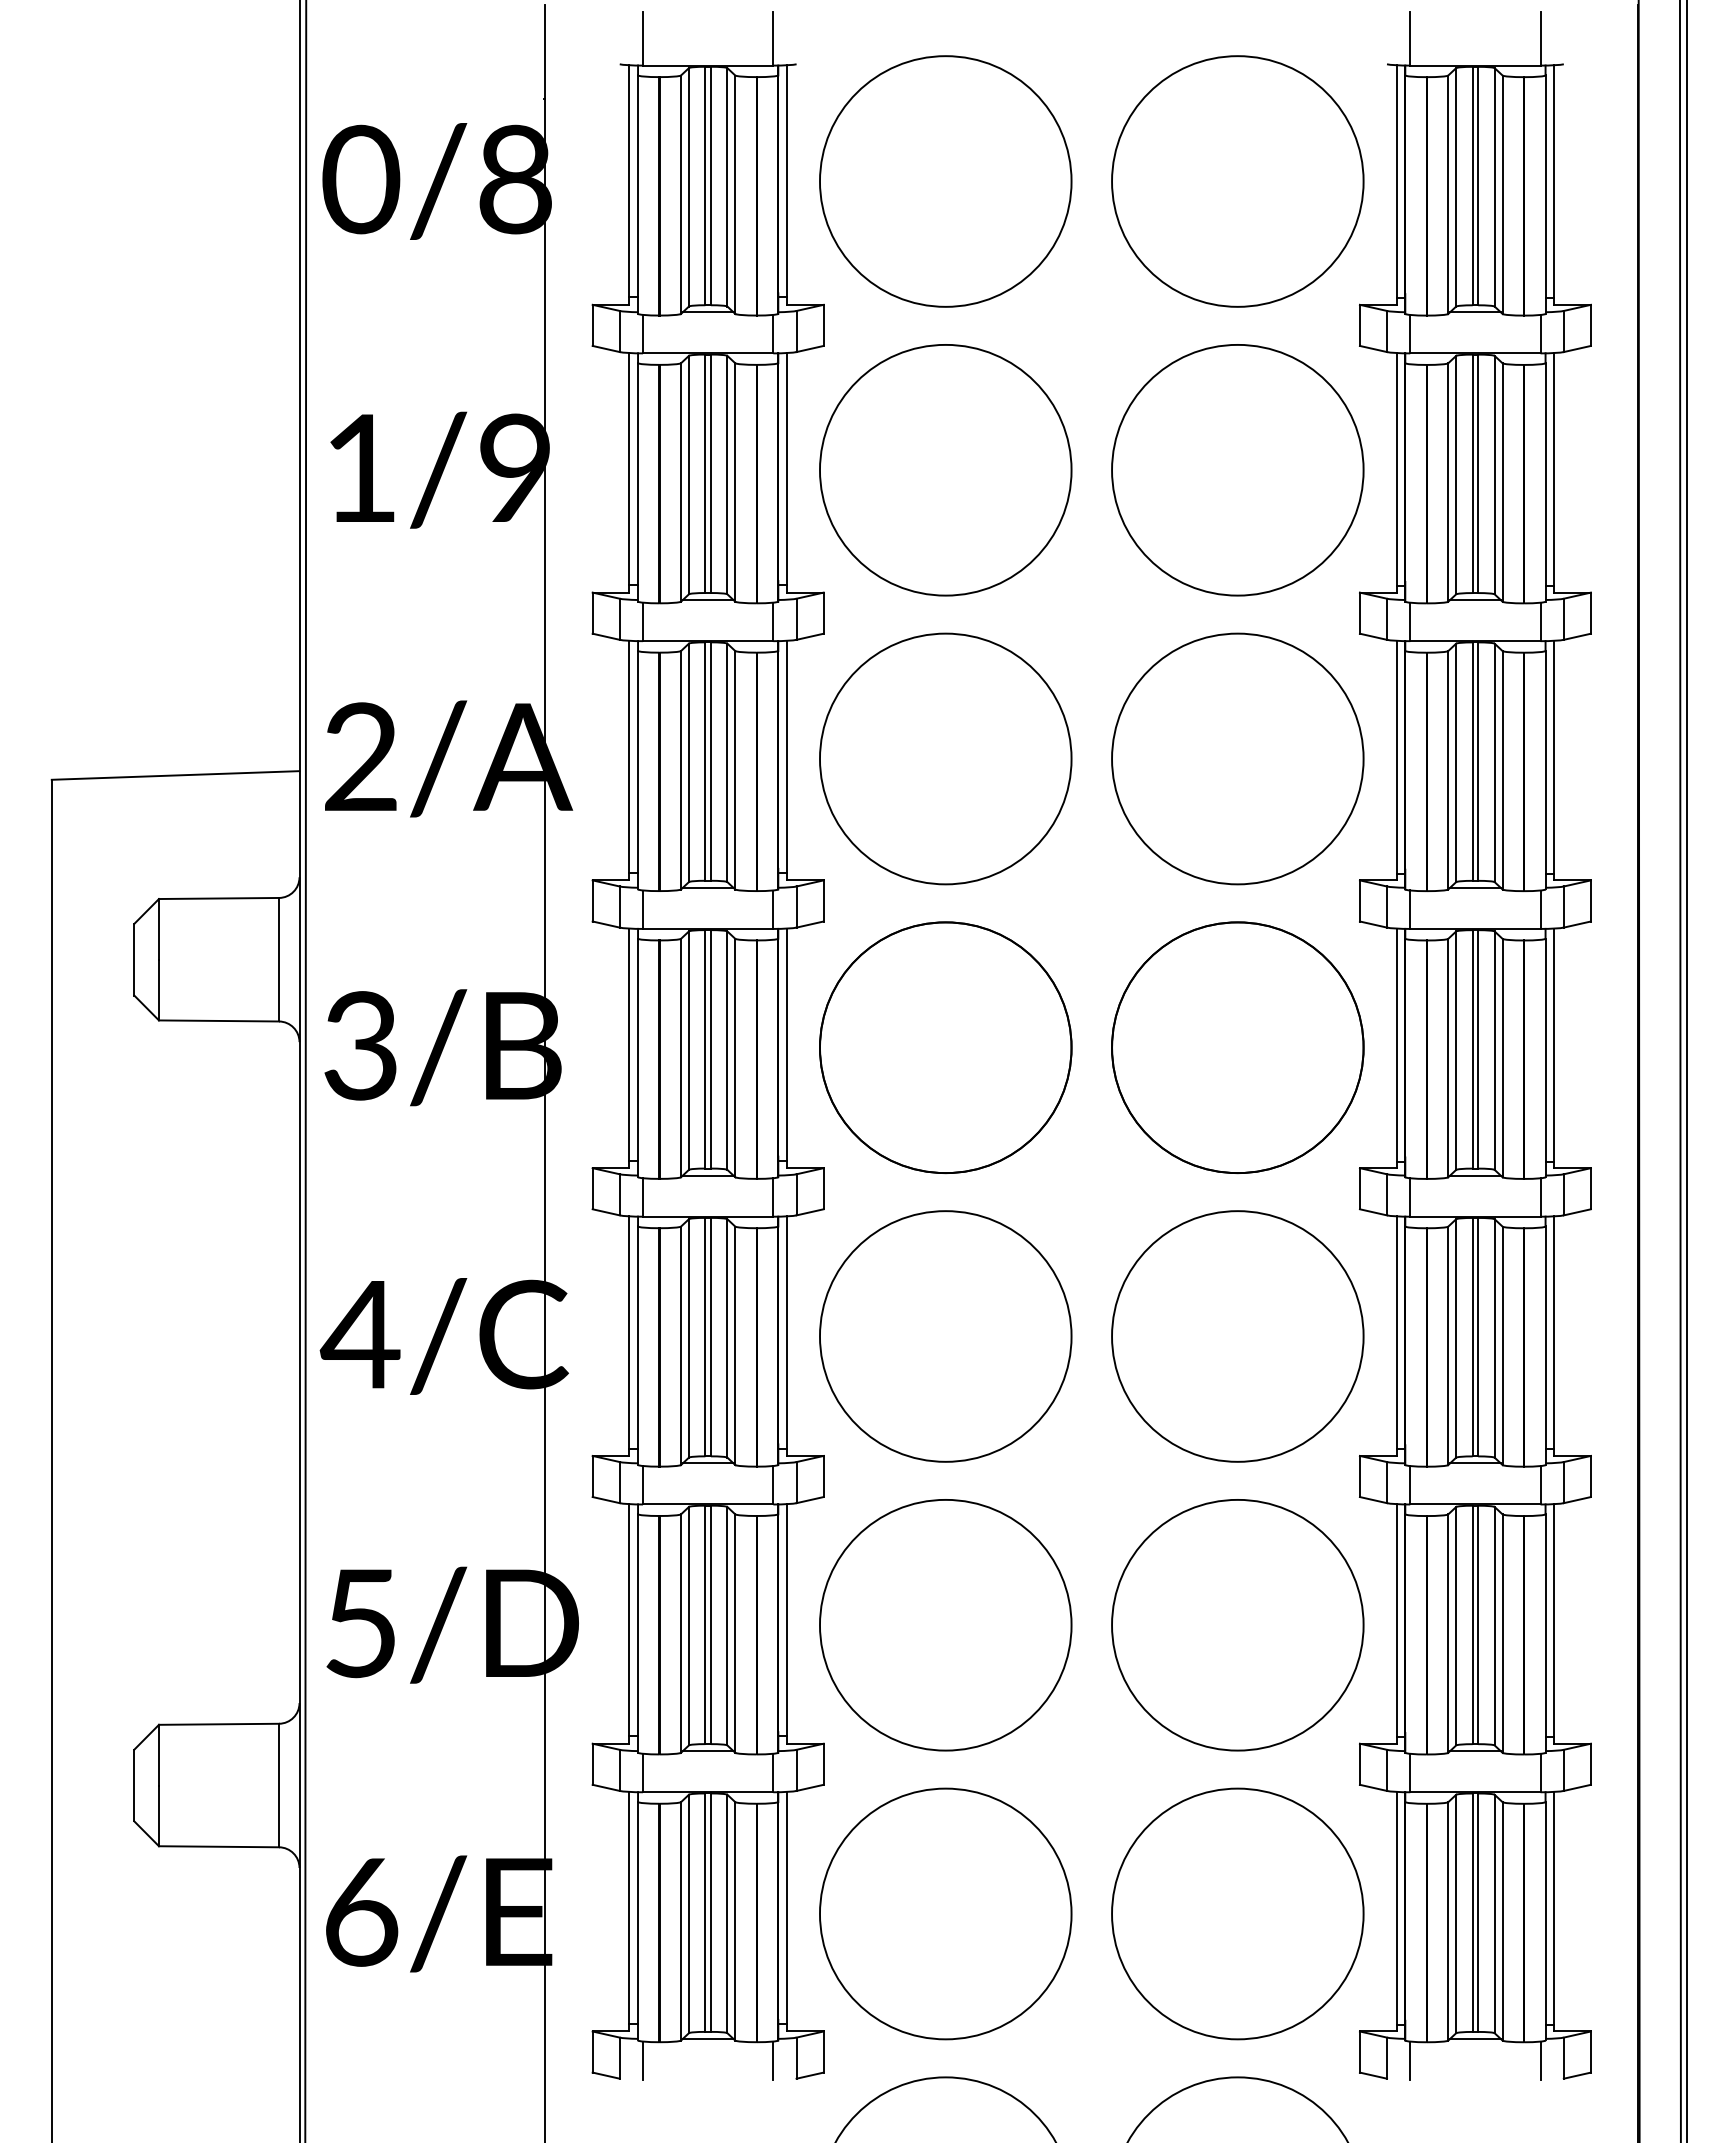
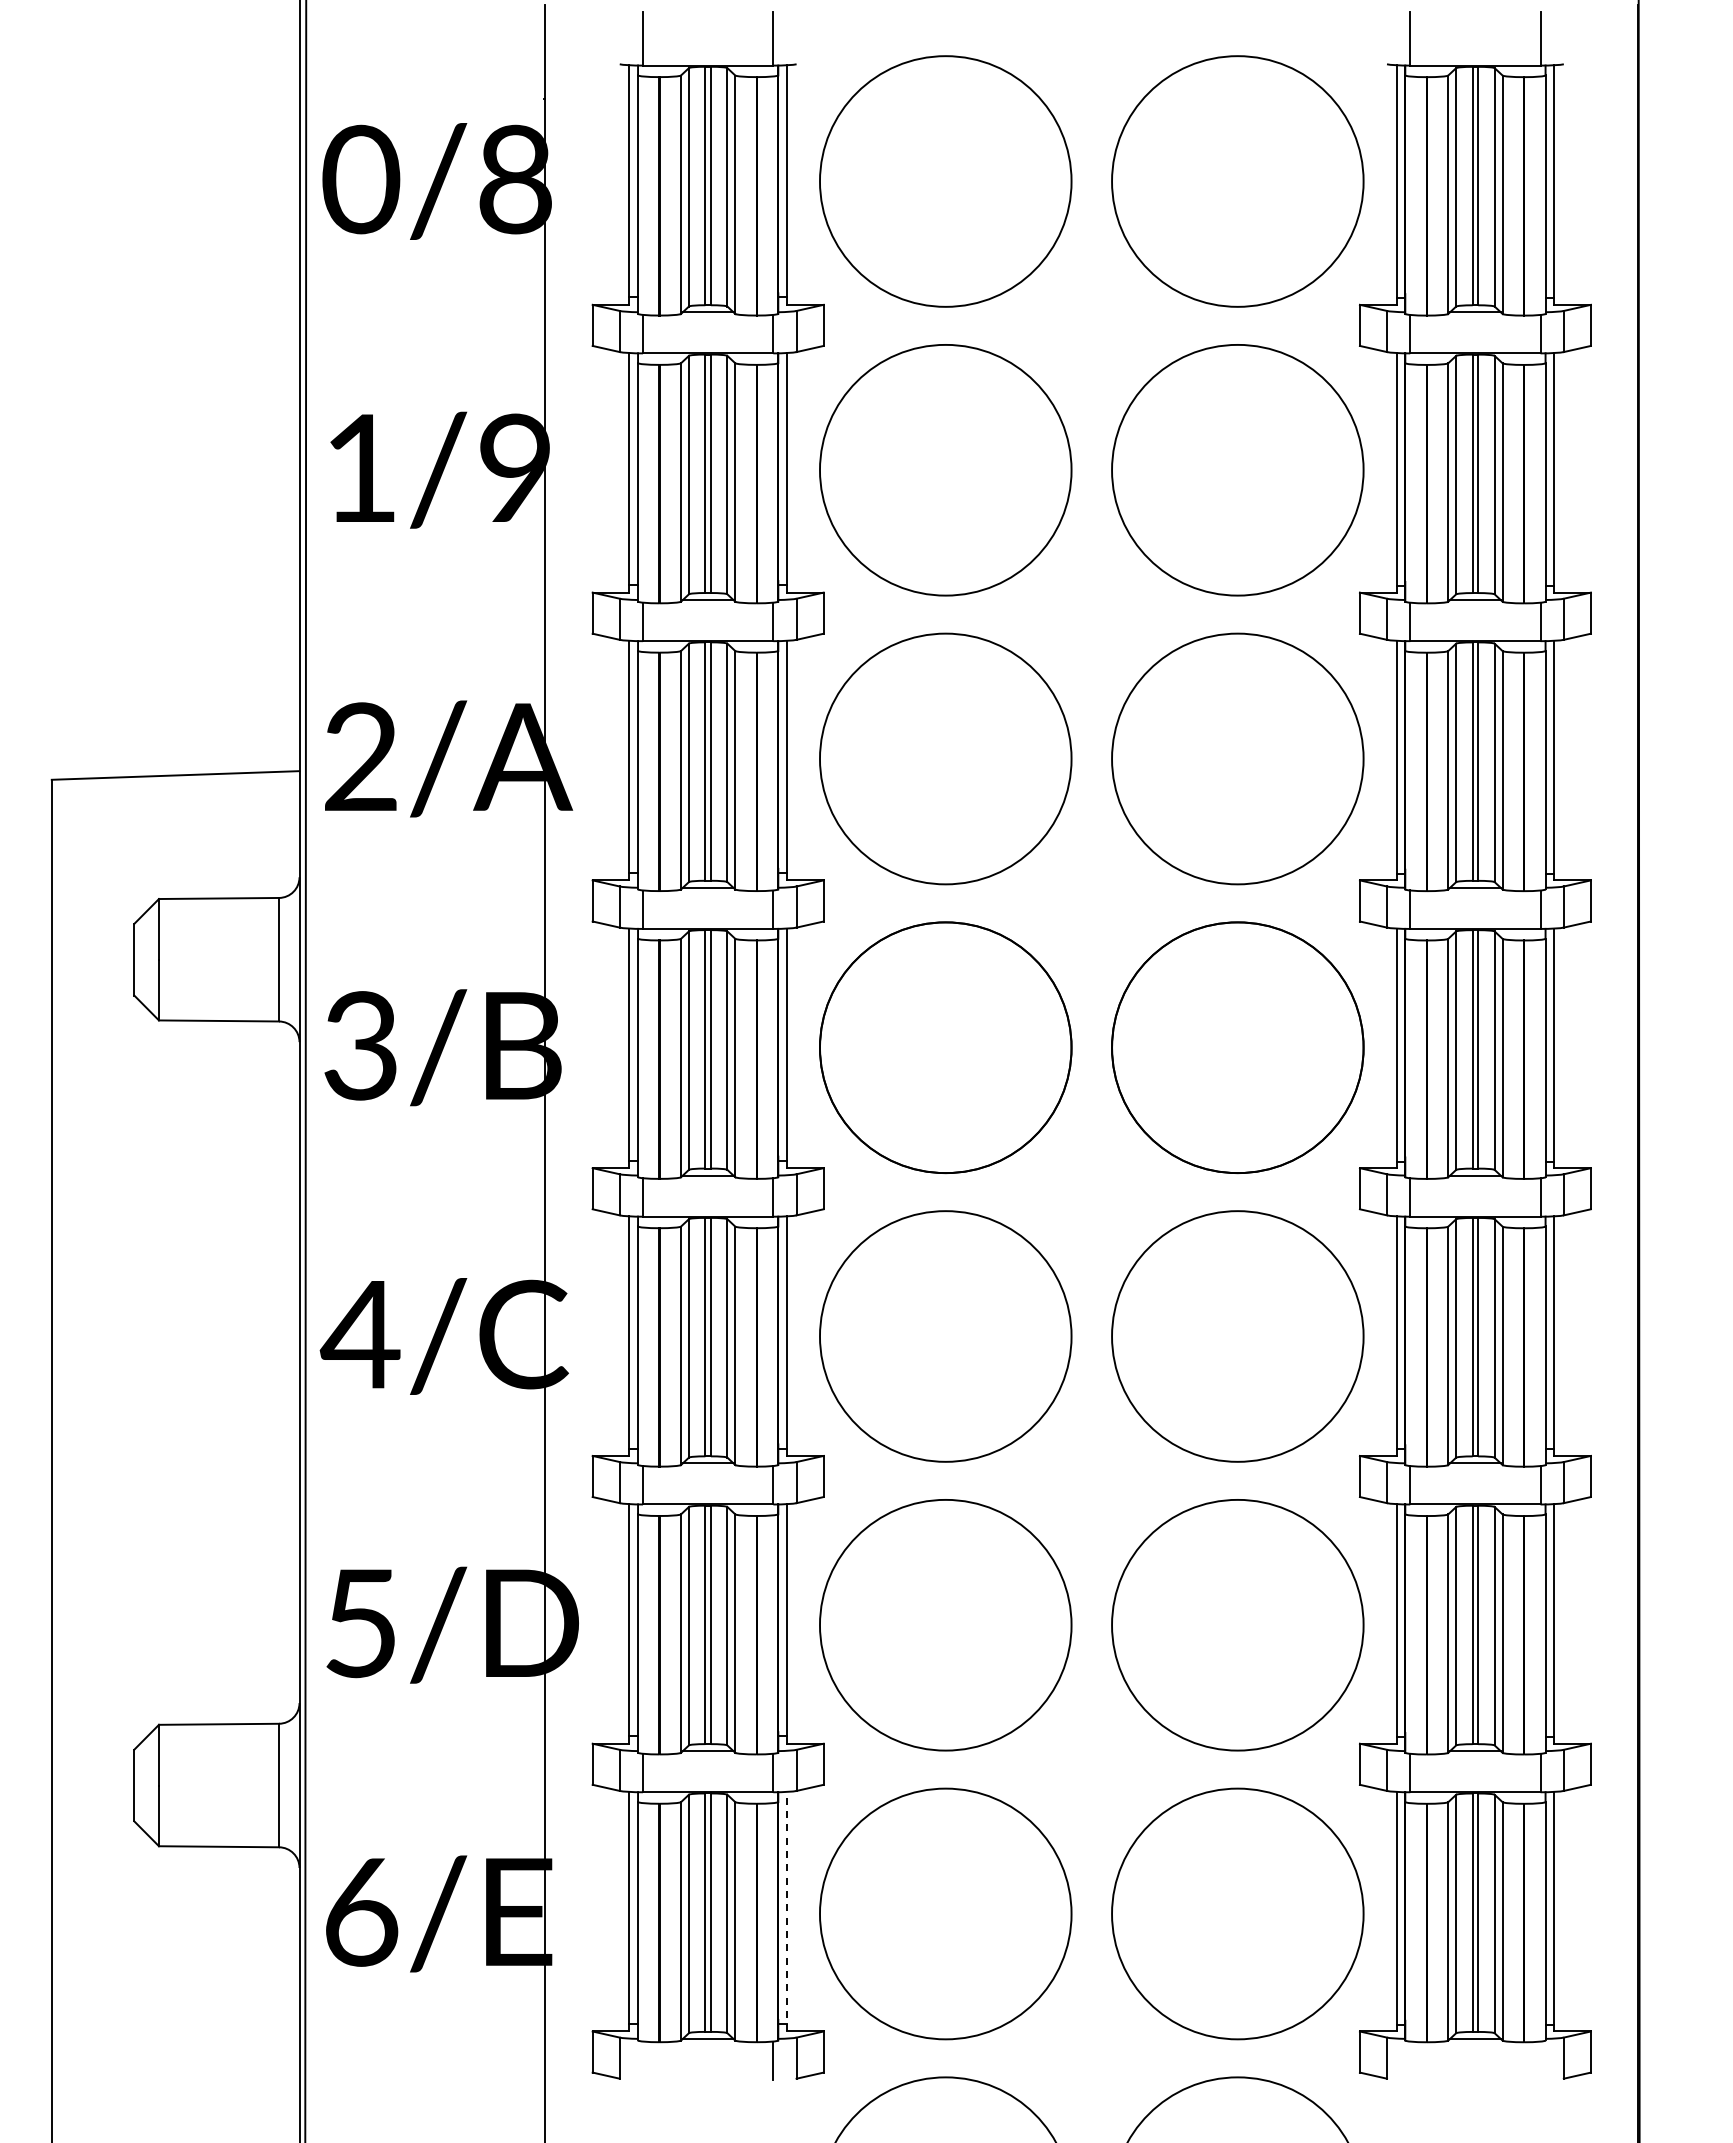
line at (1679, 1070): present -> none
line at (1686, 1070): present -> none
line at (786, 1911): solid -> dashed
line at (643, 2060): present -> none
line at (1410, 2060): present -> none
line at (1540, 2060): present -> none
